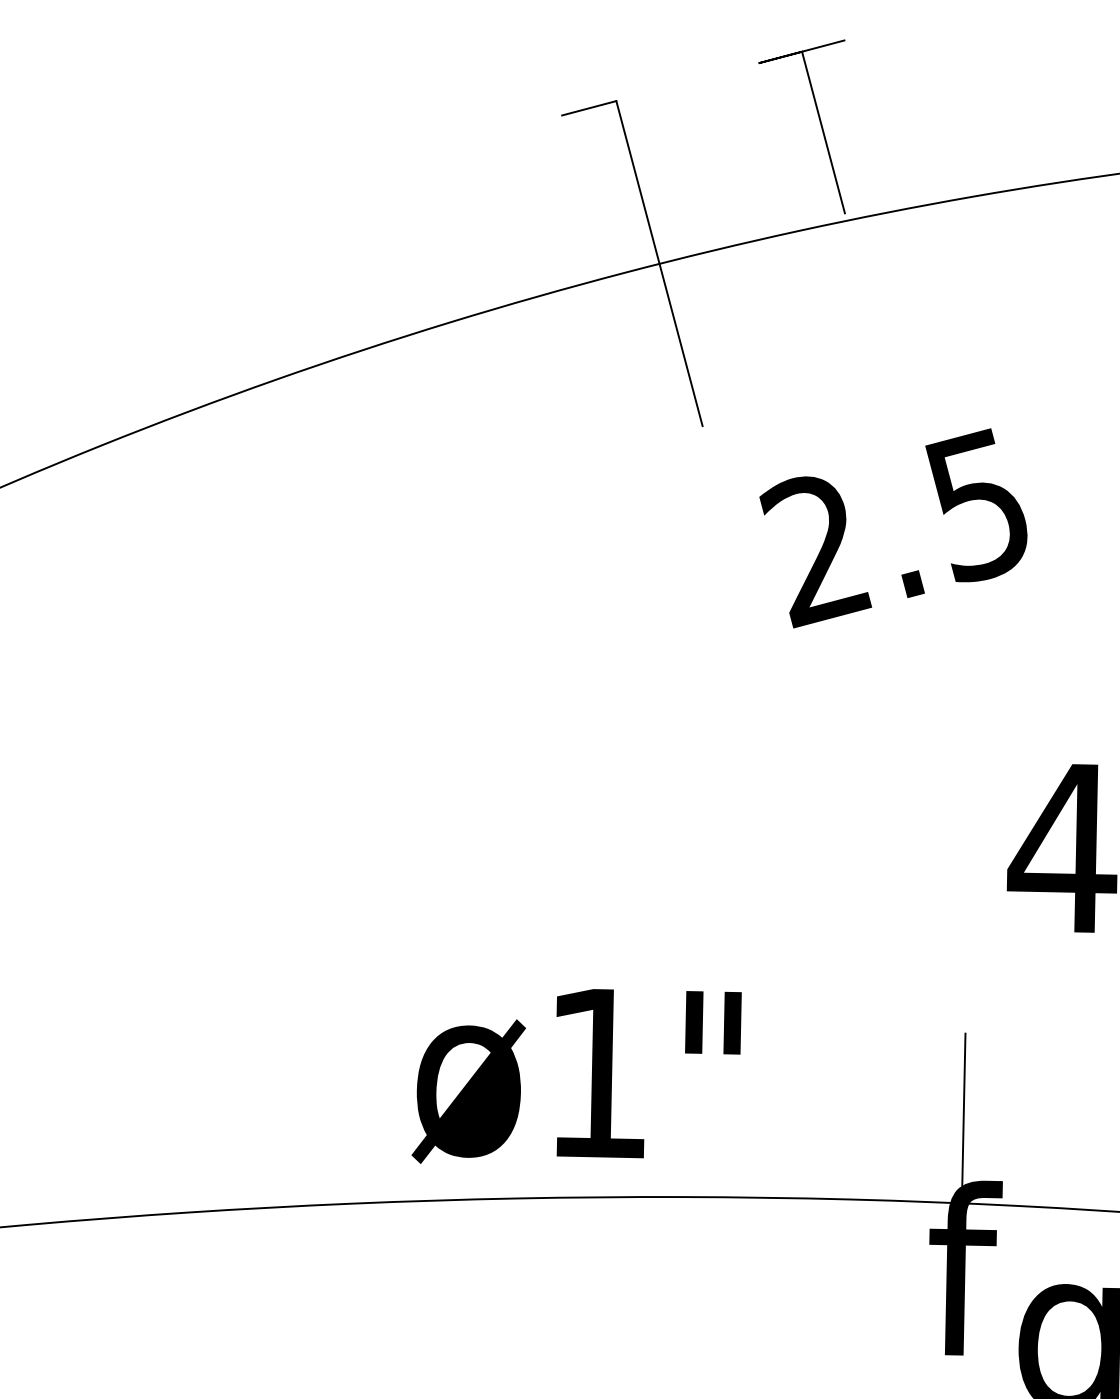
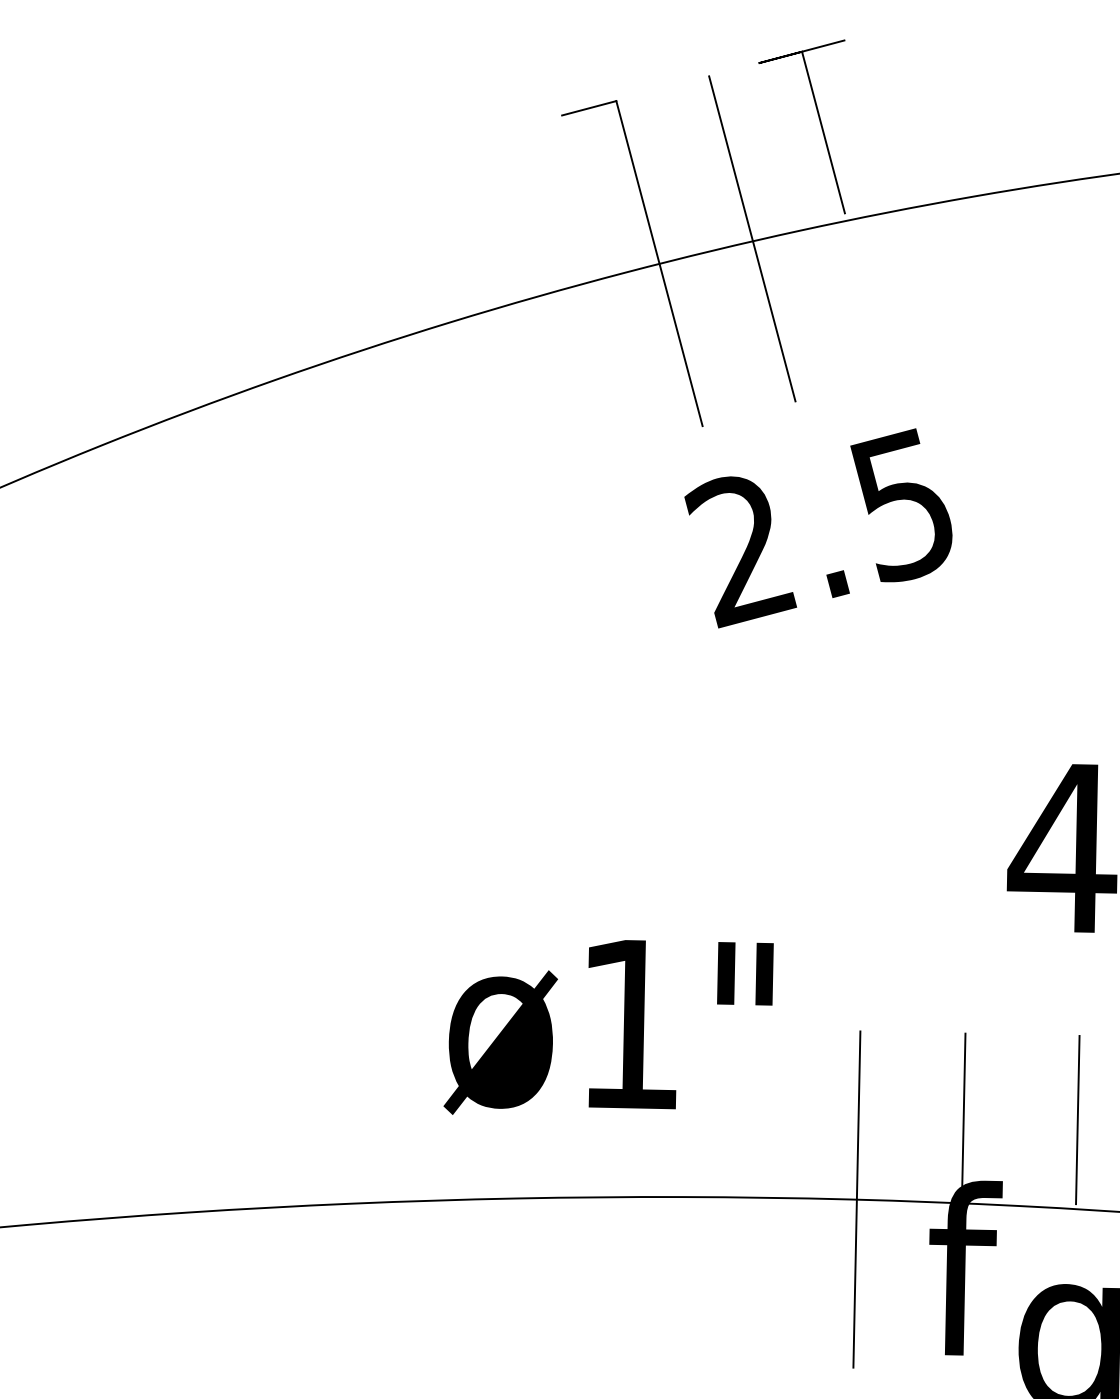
line at (752, 238): none -> present
text at (893, 528) position: (893, 528) -> (818, 528)
text at (576, 1076) position: (576, 1076) -> (608, 1027)
line at (1077, 1119): none -> present
line at (856, 1199): none -> present
